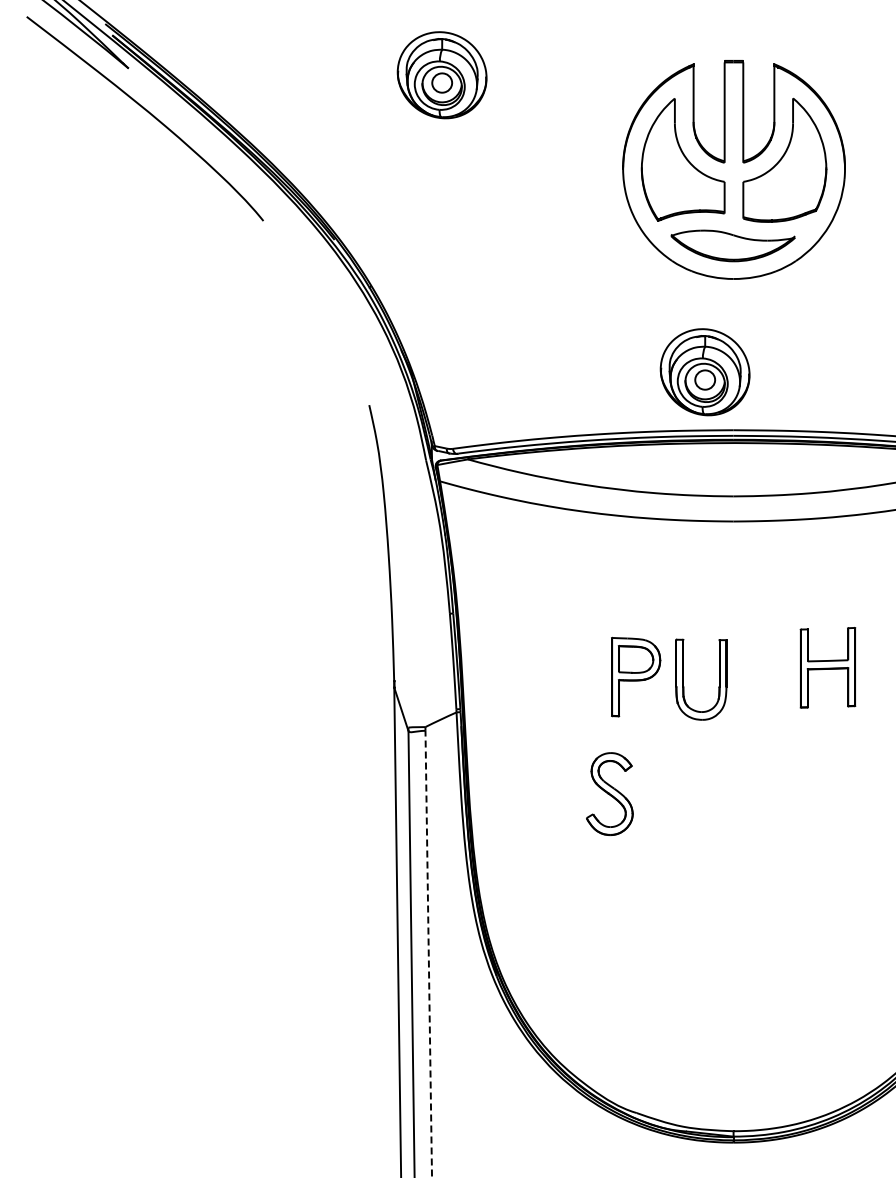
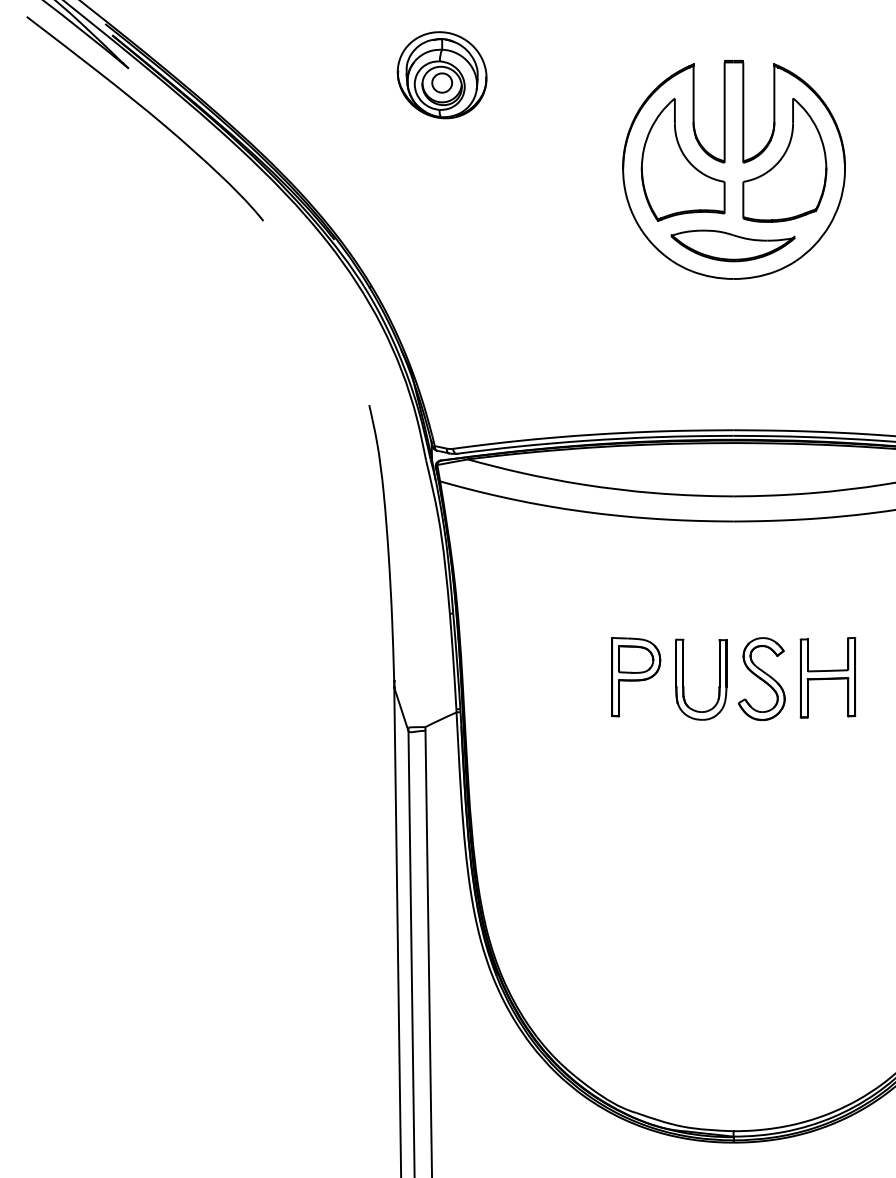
part at (704, 372): present -> none
part at (827, 667) position: (827, 667) -> (827, 677)
part at (609, 793) position: (609, 793) -> (761, 678)
line at (428, 953): dashed -> solid
